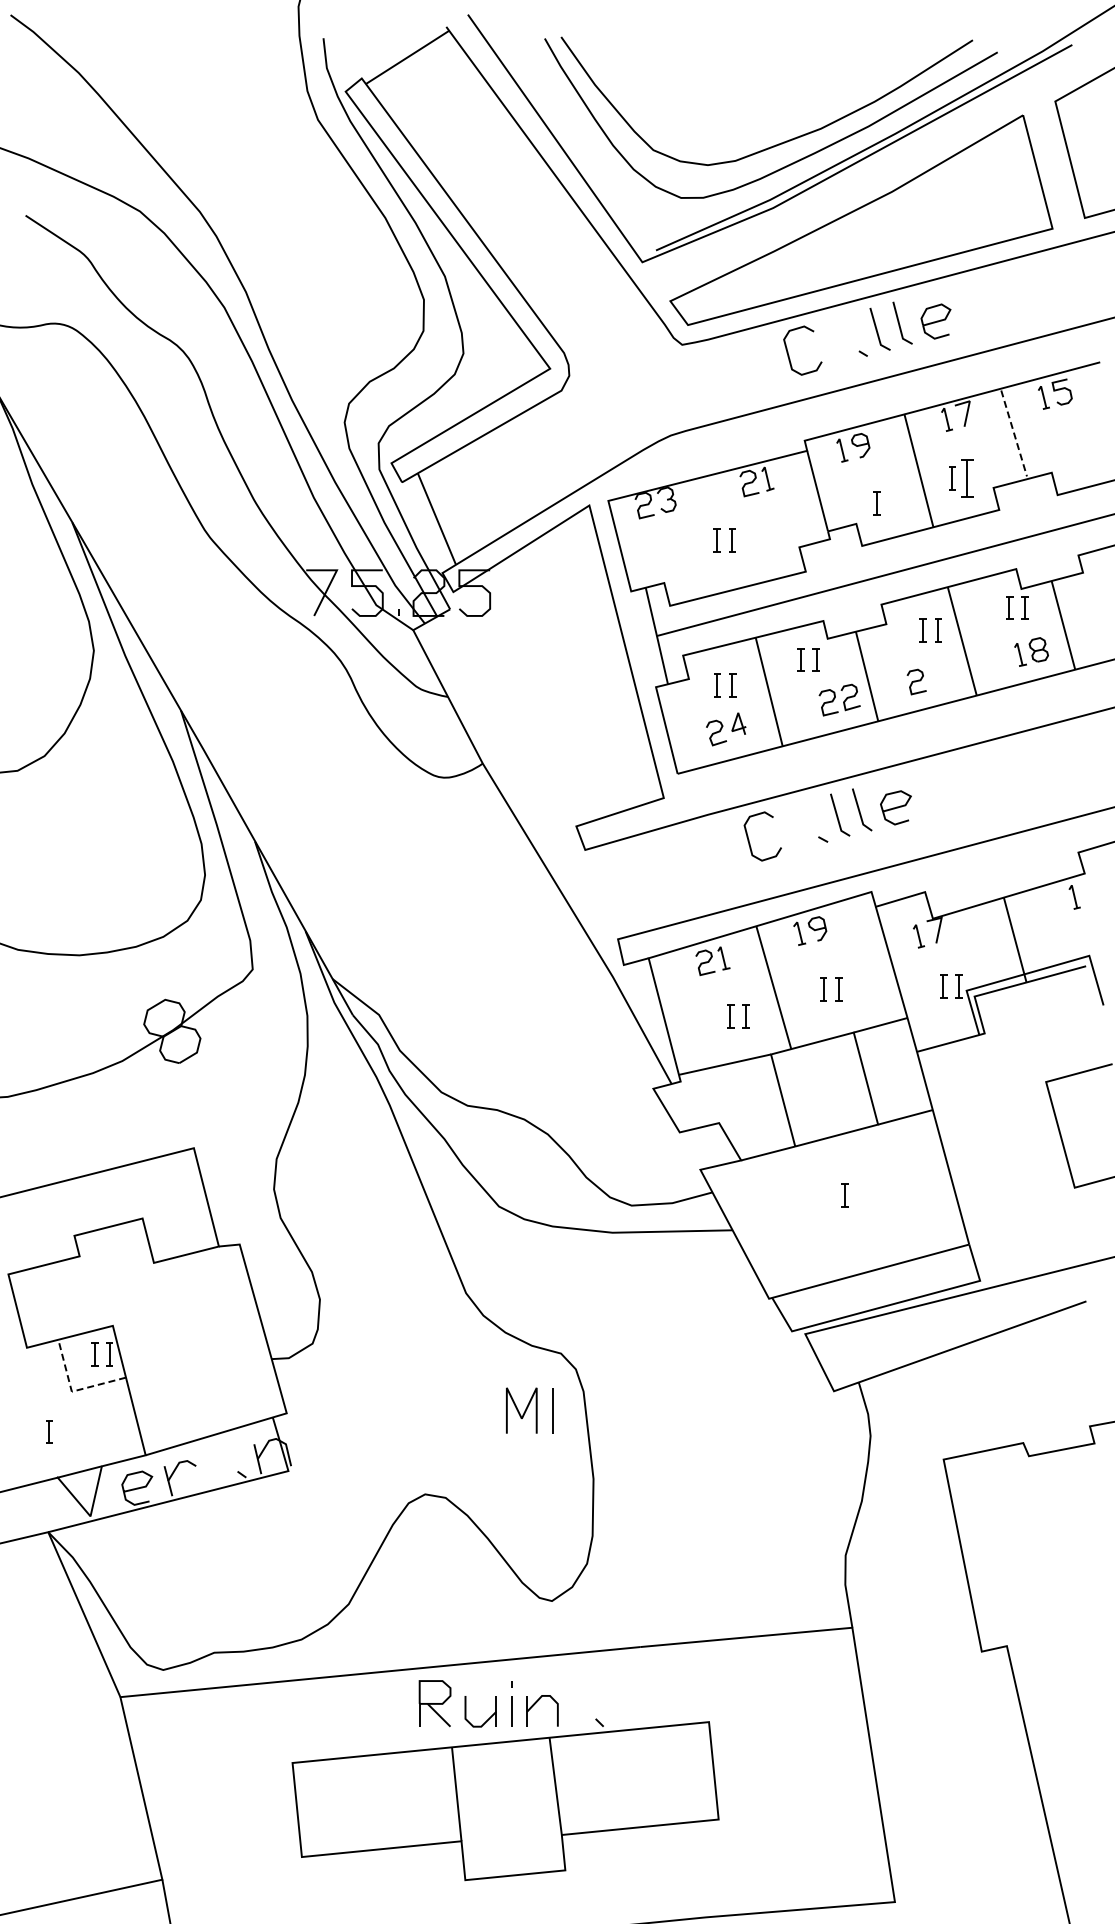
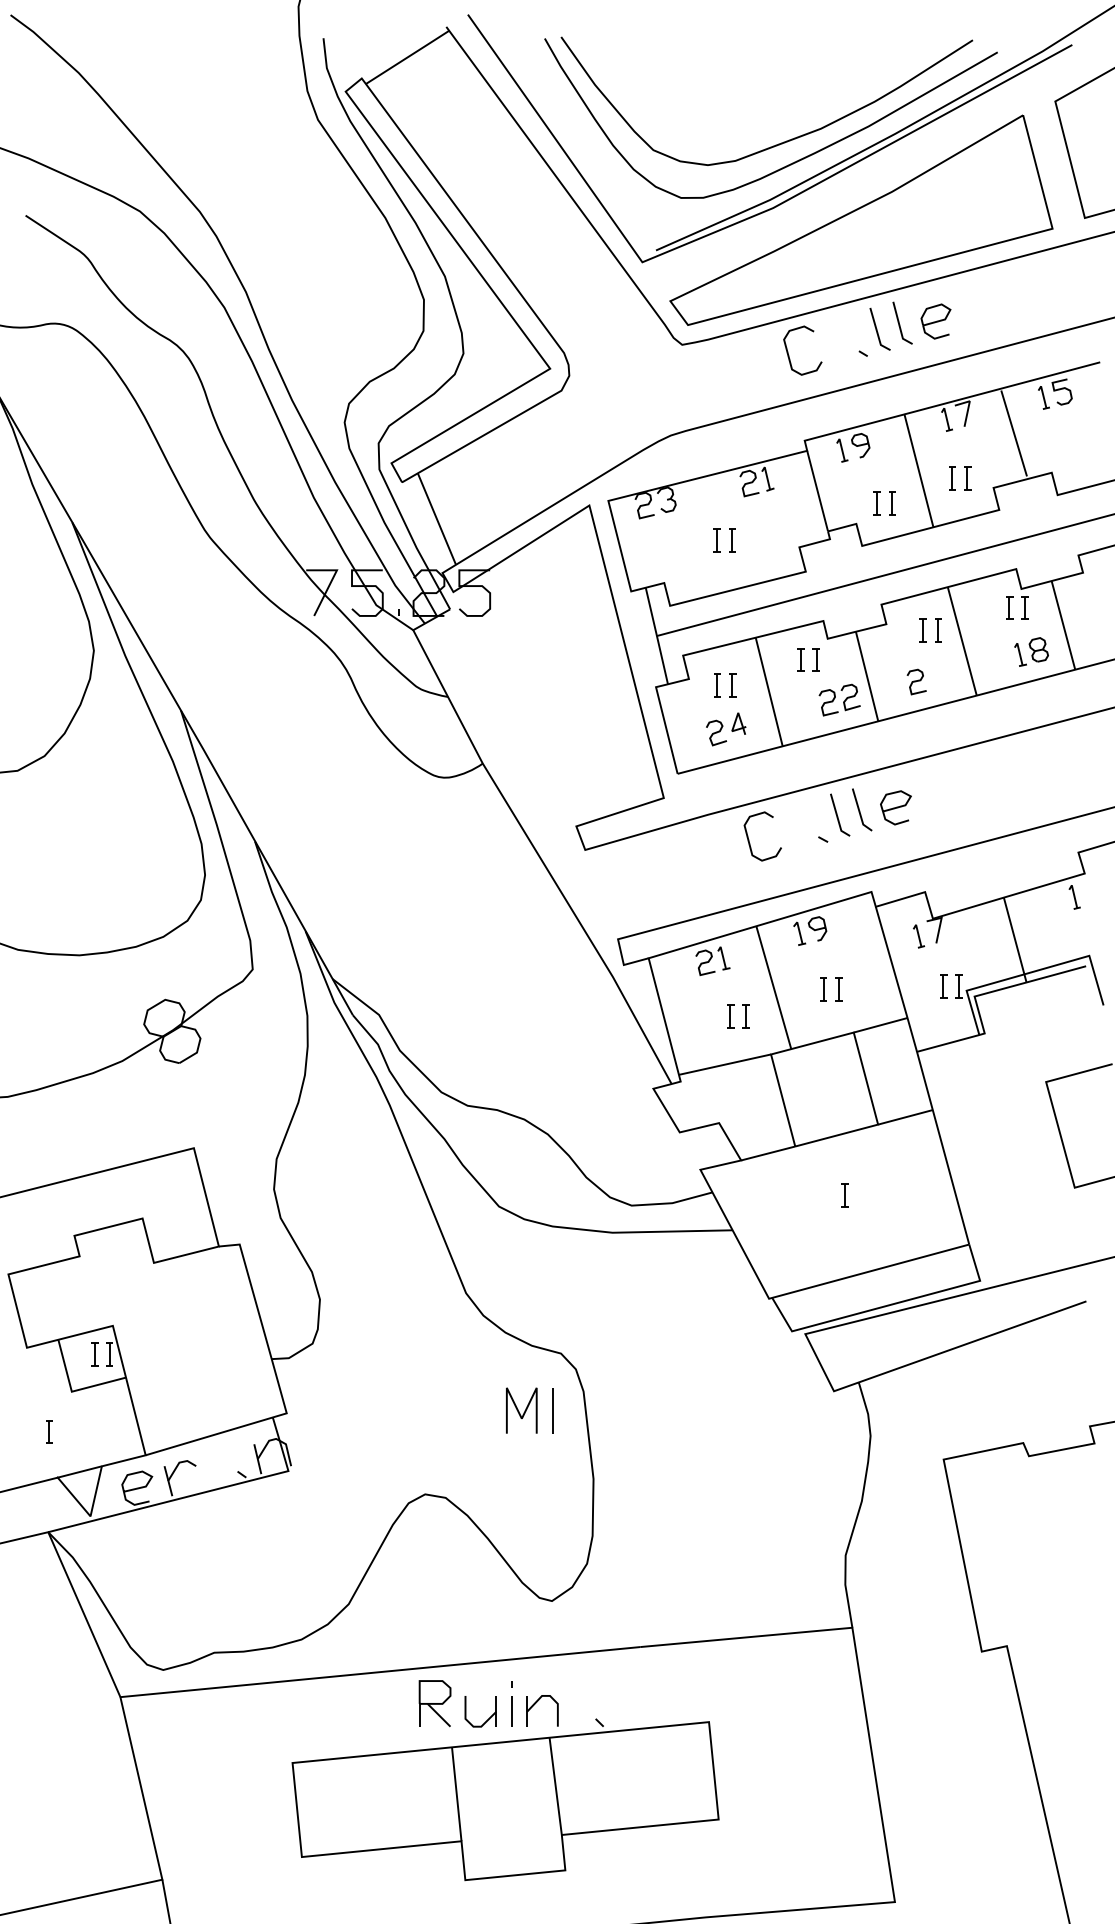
line at (1014, 433): dashed -> solid
part at (967, 478) size: 13x39 px -> 8x25 px
part at (892, 503): none -> present
line at (71, 1391): dashed -> solid
